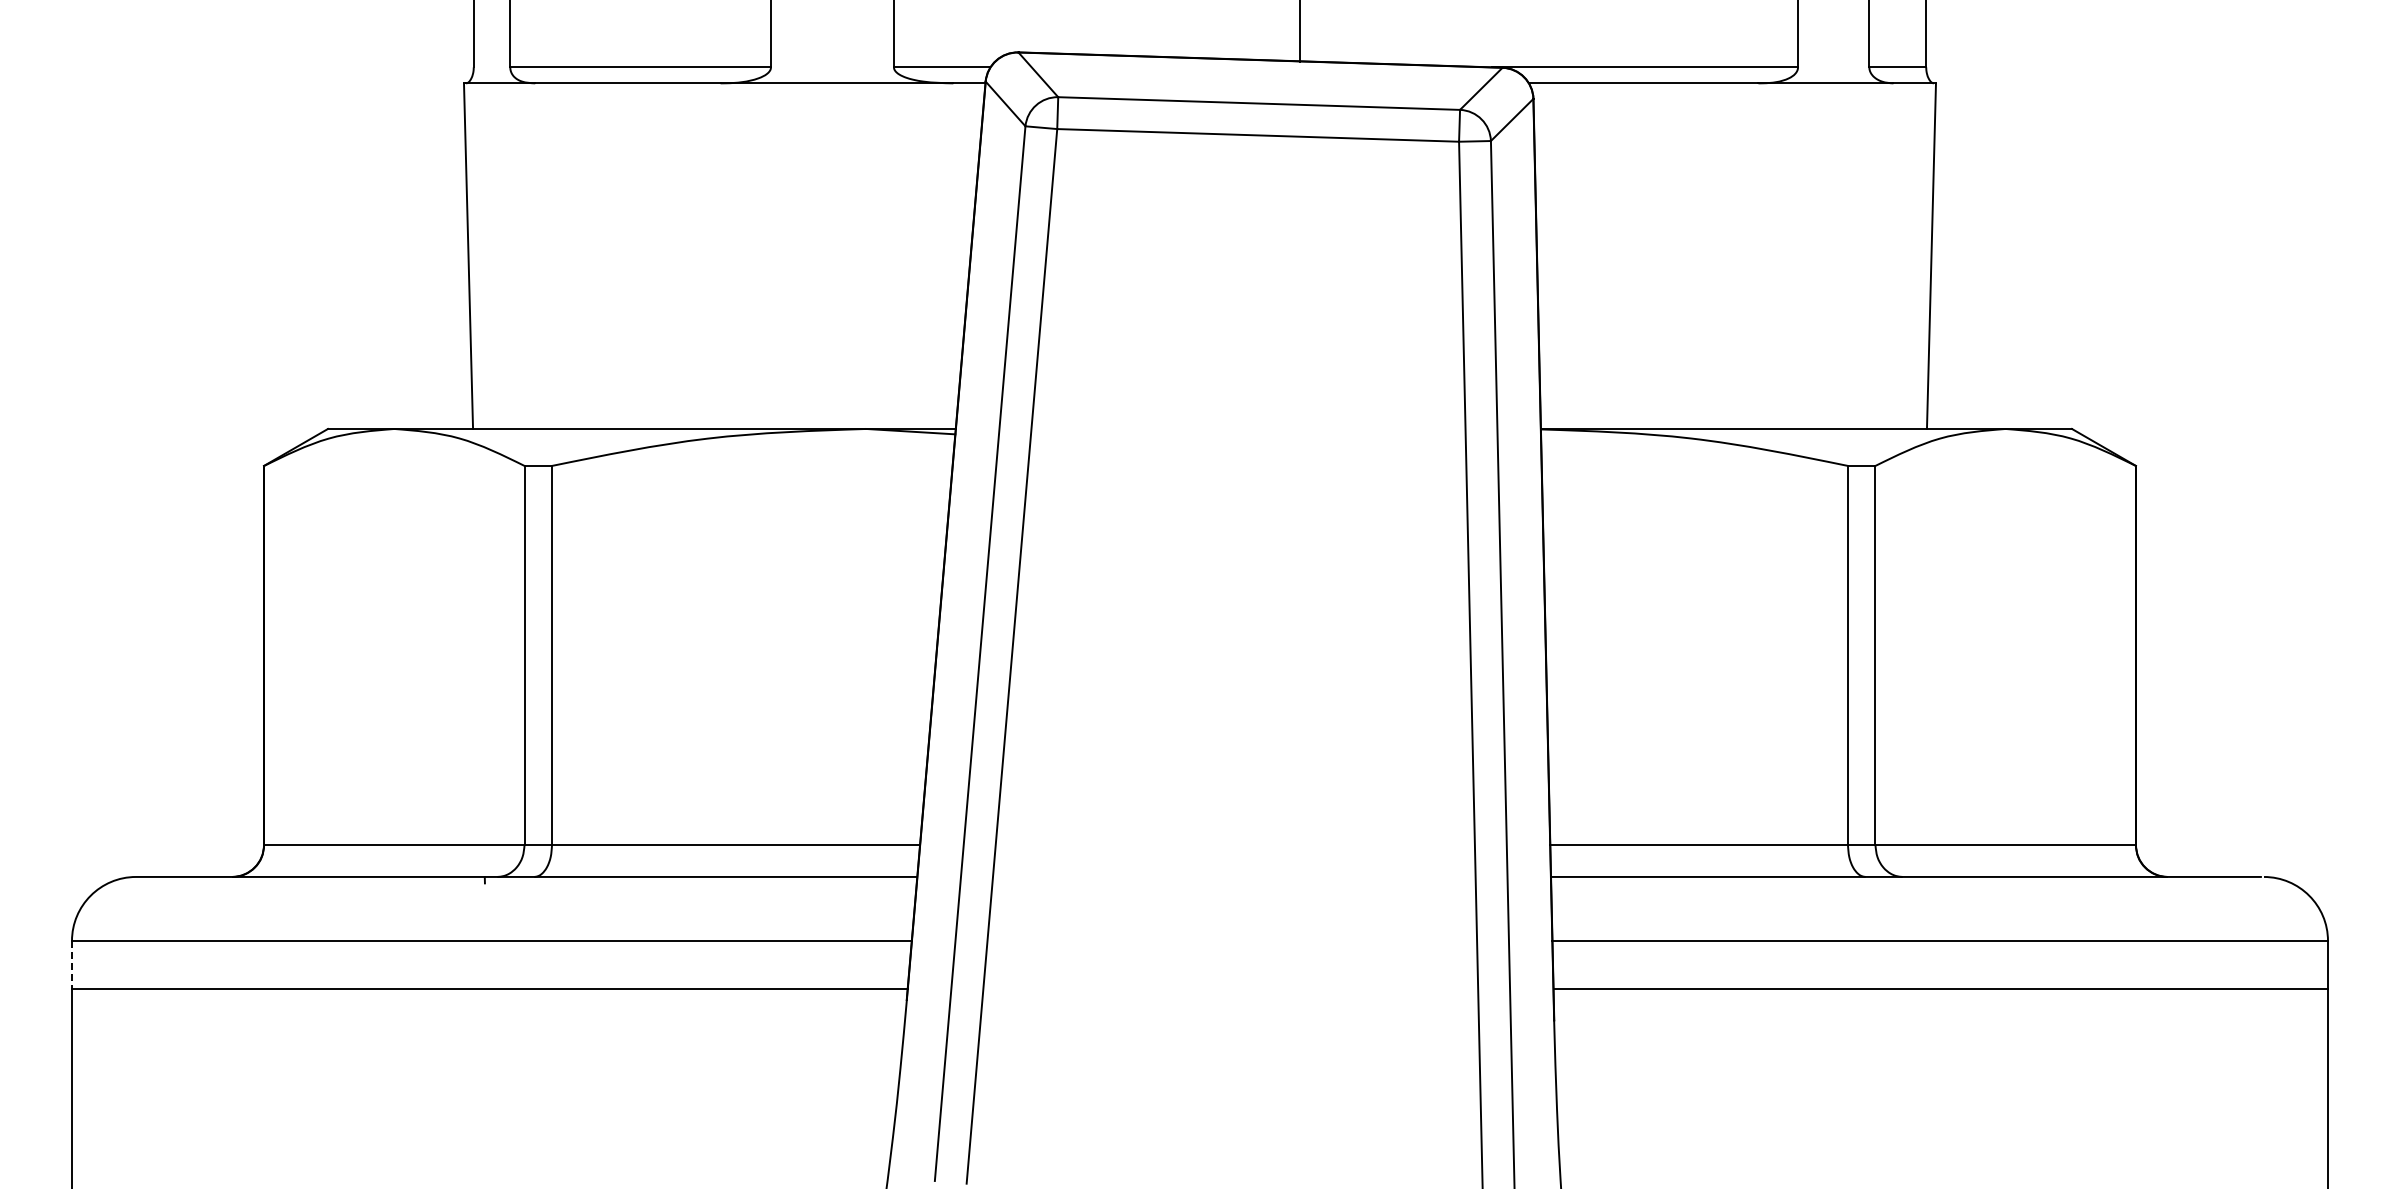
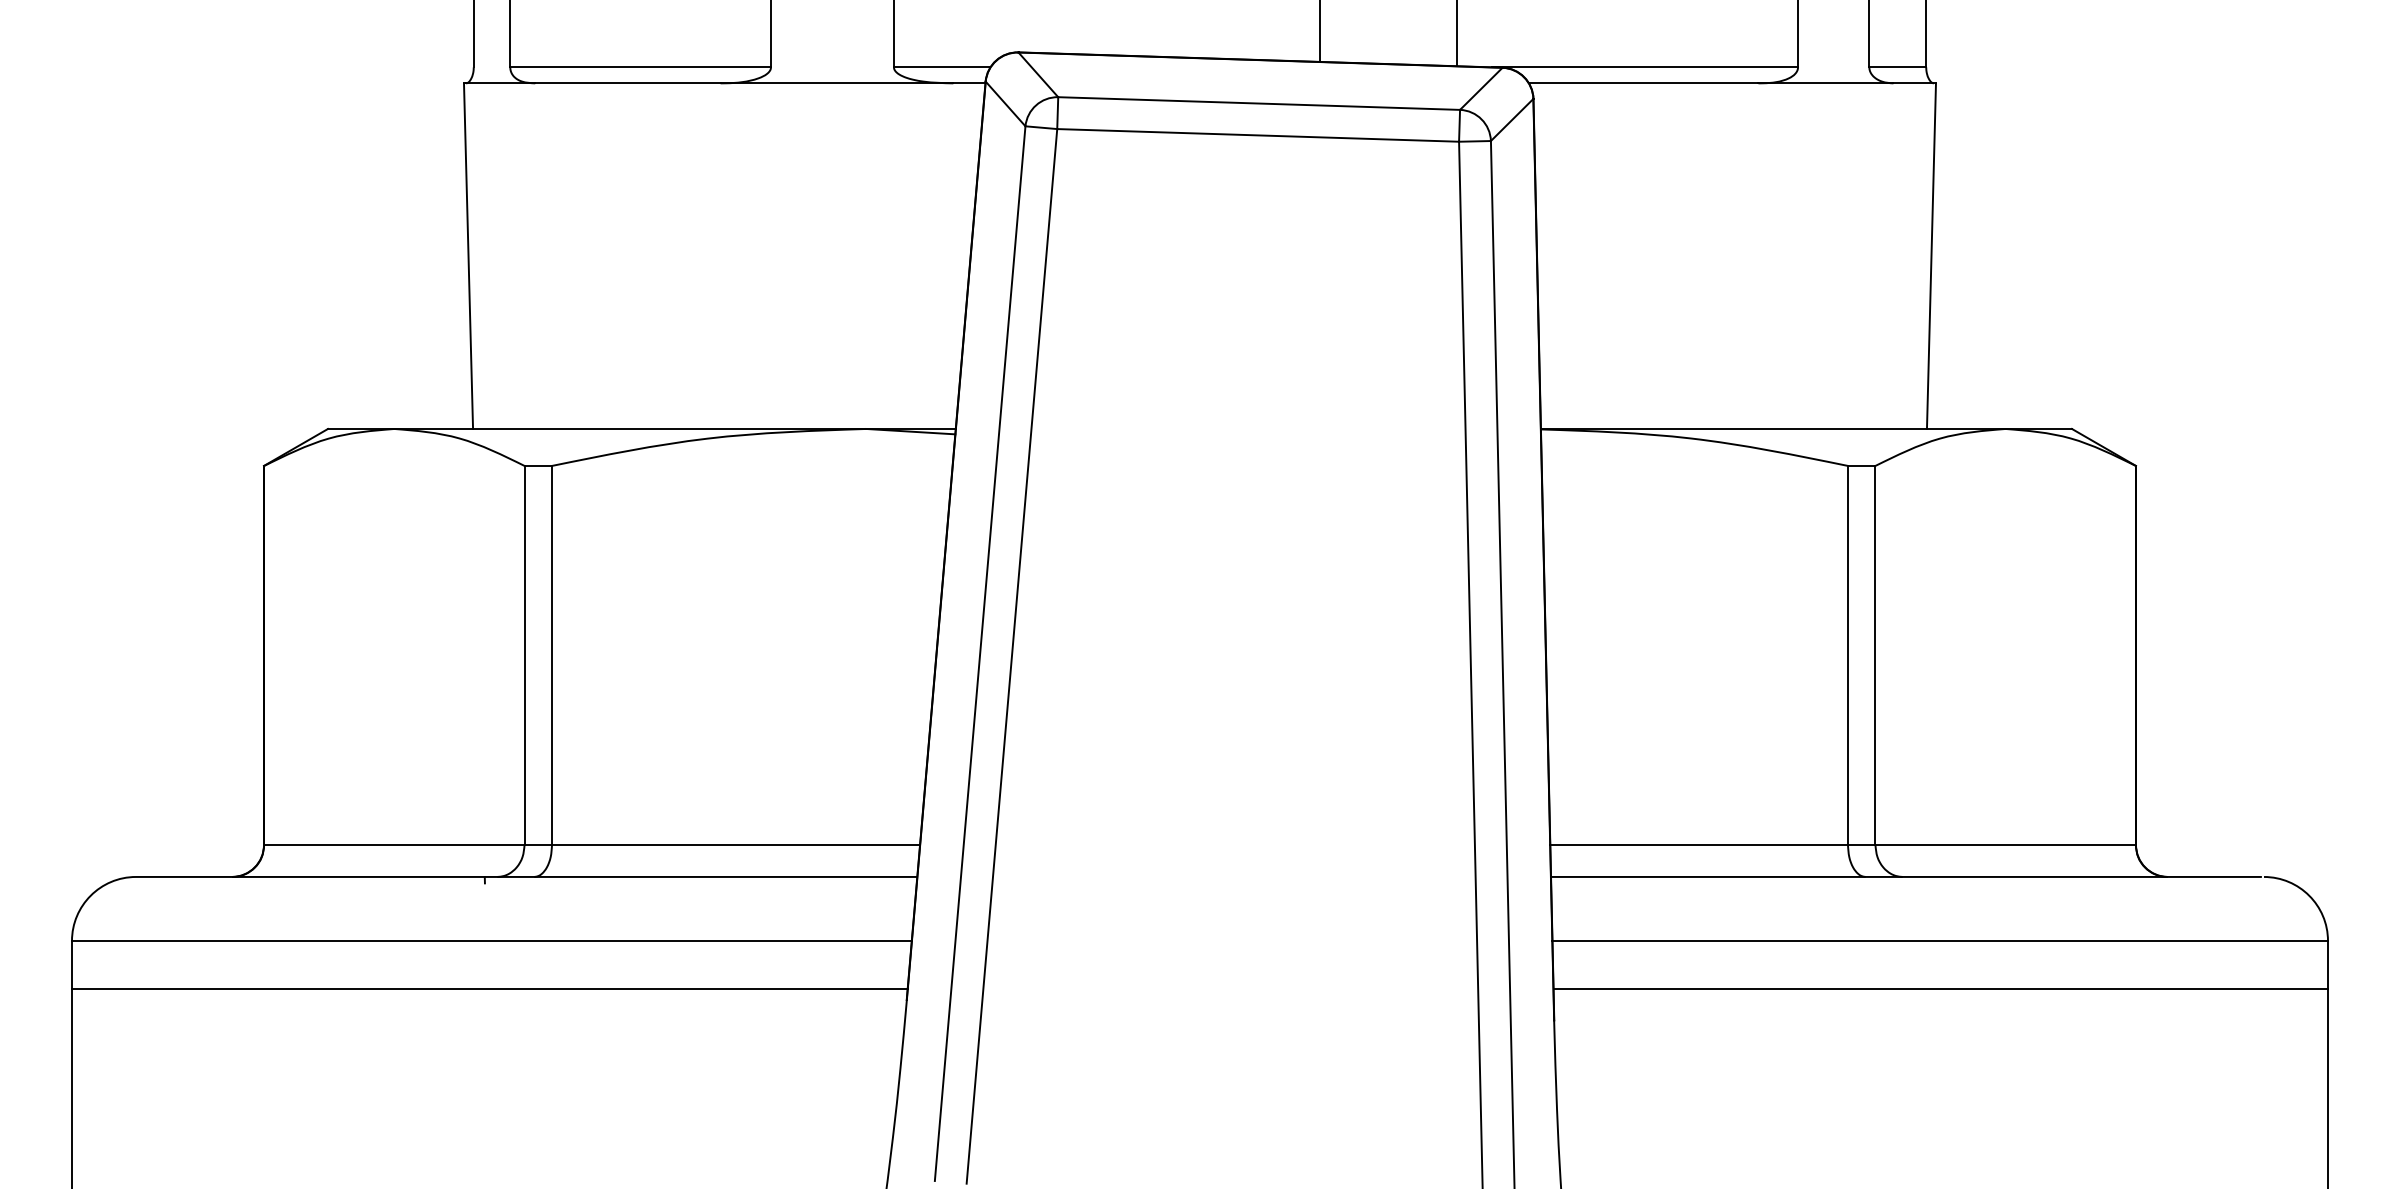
line at (1299, 31) position: (1299, 31) -> (1319, 31)
line at (1456, 34): none -> present
line at (72, 964): dashed -> solid
